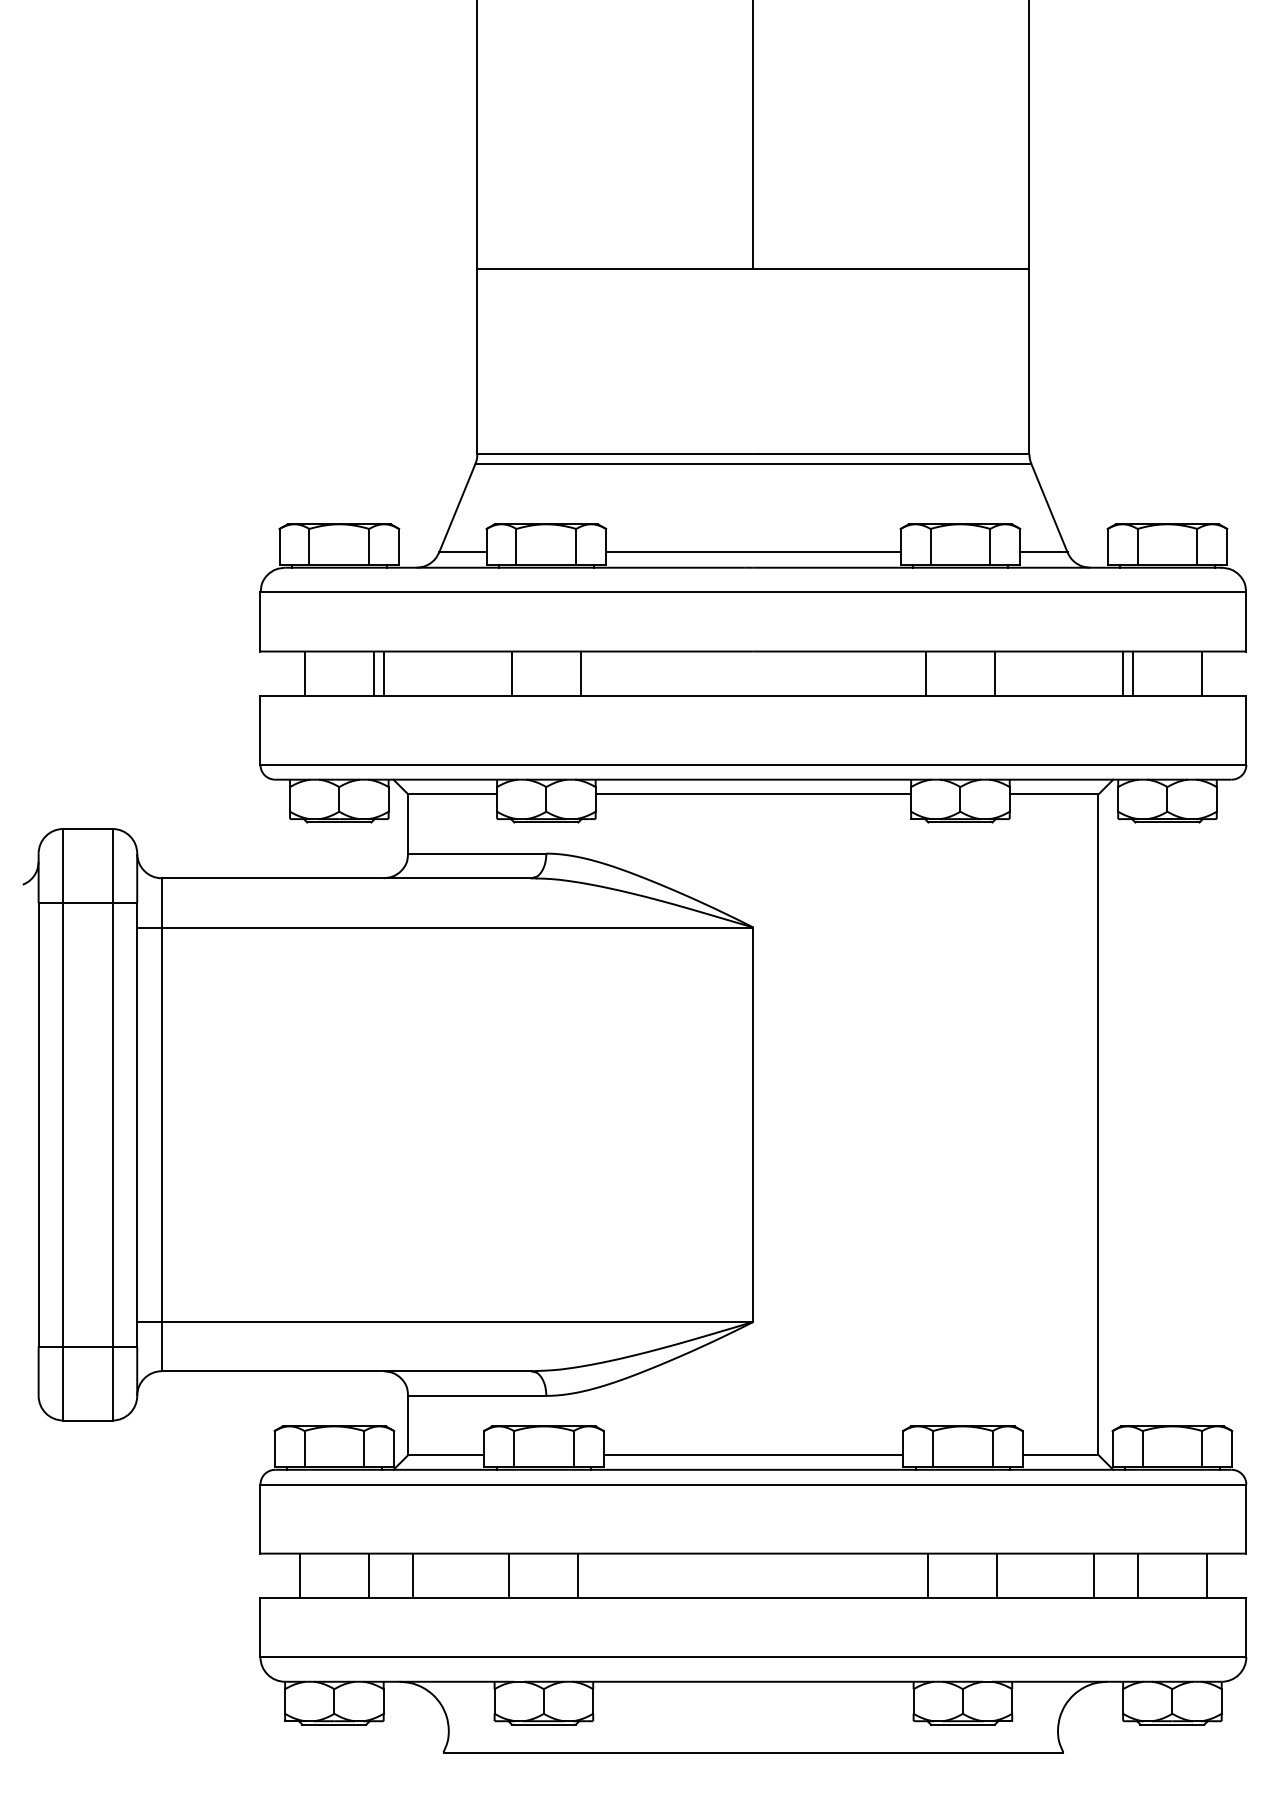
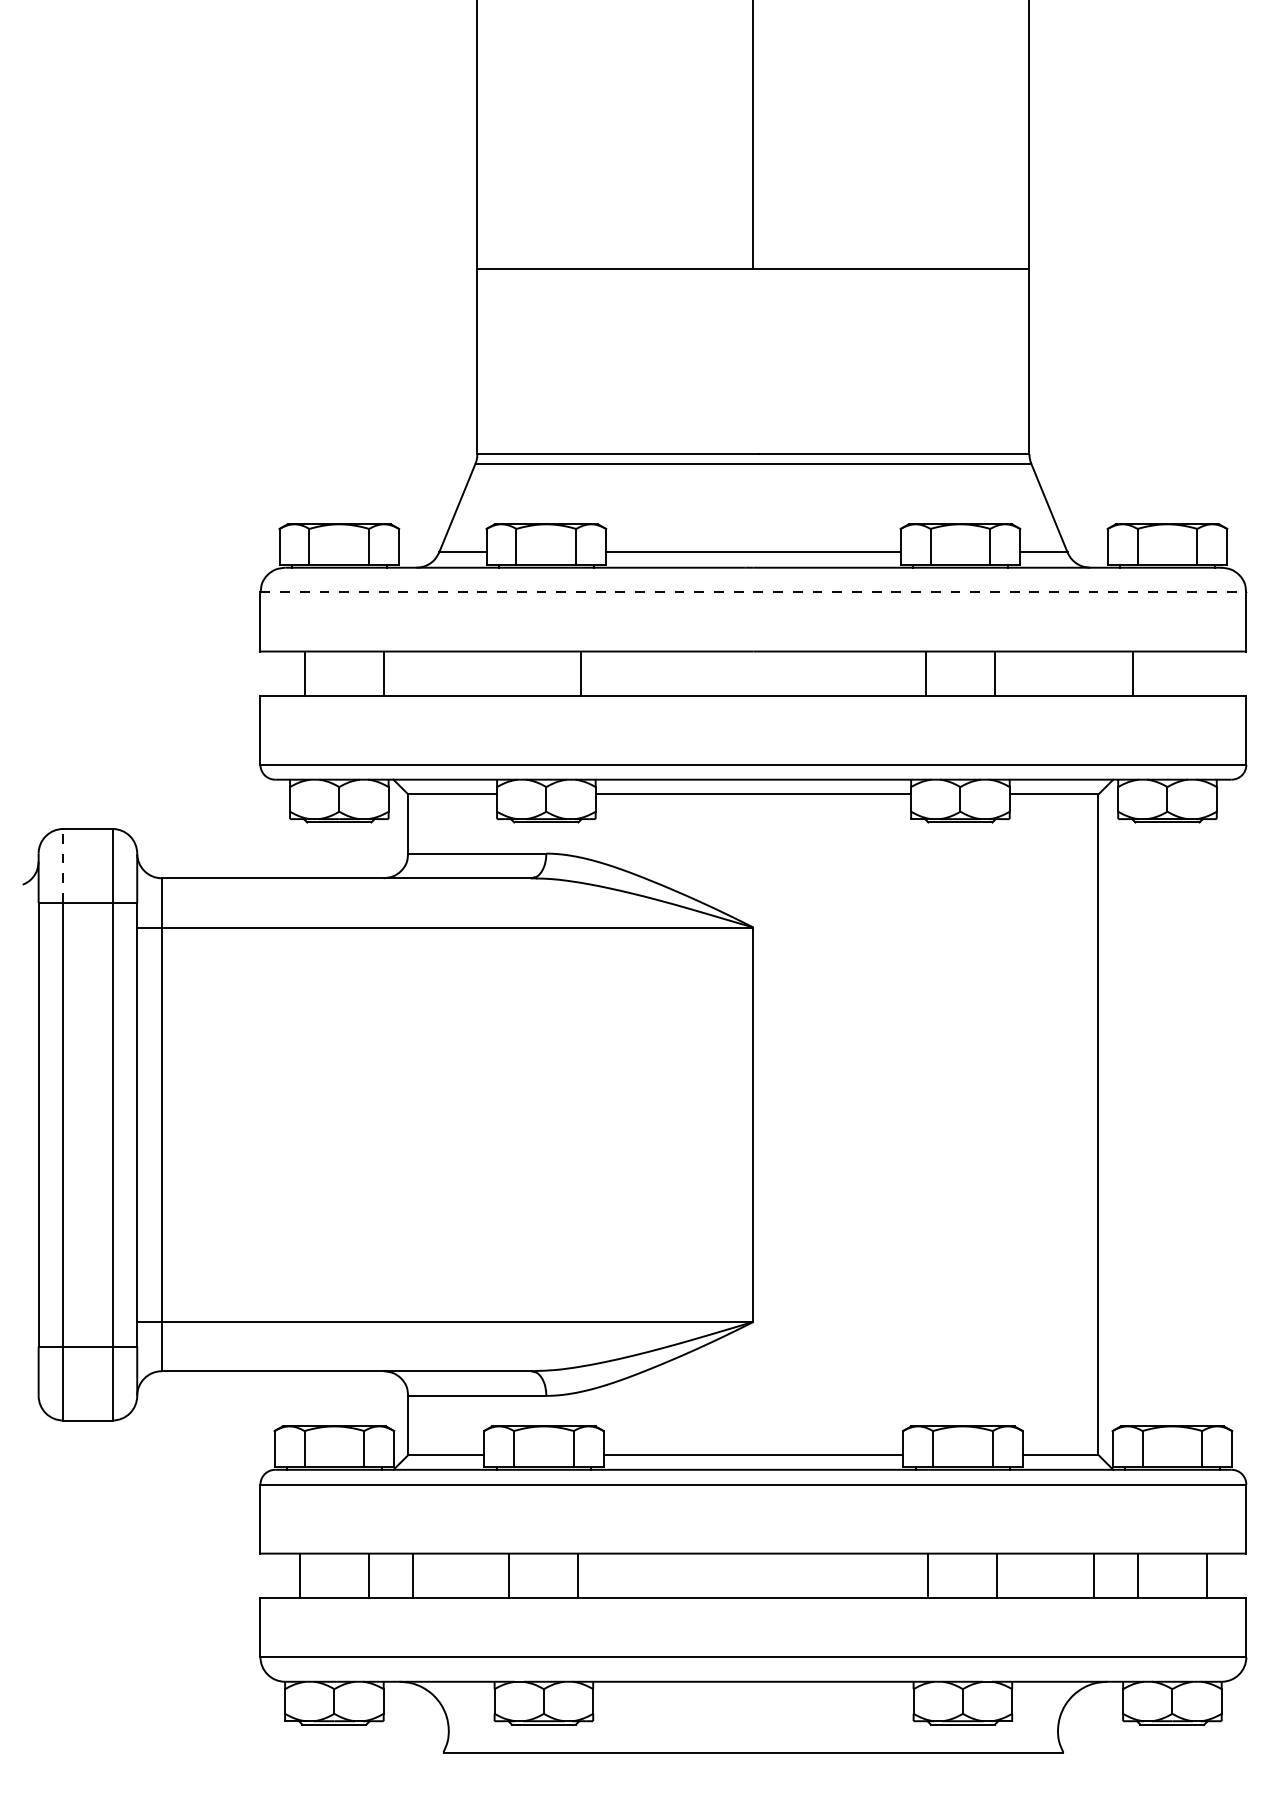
line at (753, 592): solid -> dashed
line at (373, 673): present -> none
line at (511, 673): present -> none
line at (1123, 673): present -> none
line at (1201, 673): present -> none
line at (63, 865): solid -> dashed
